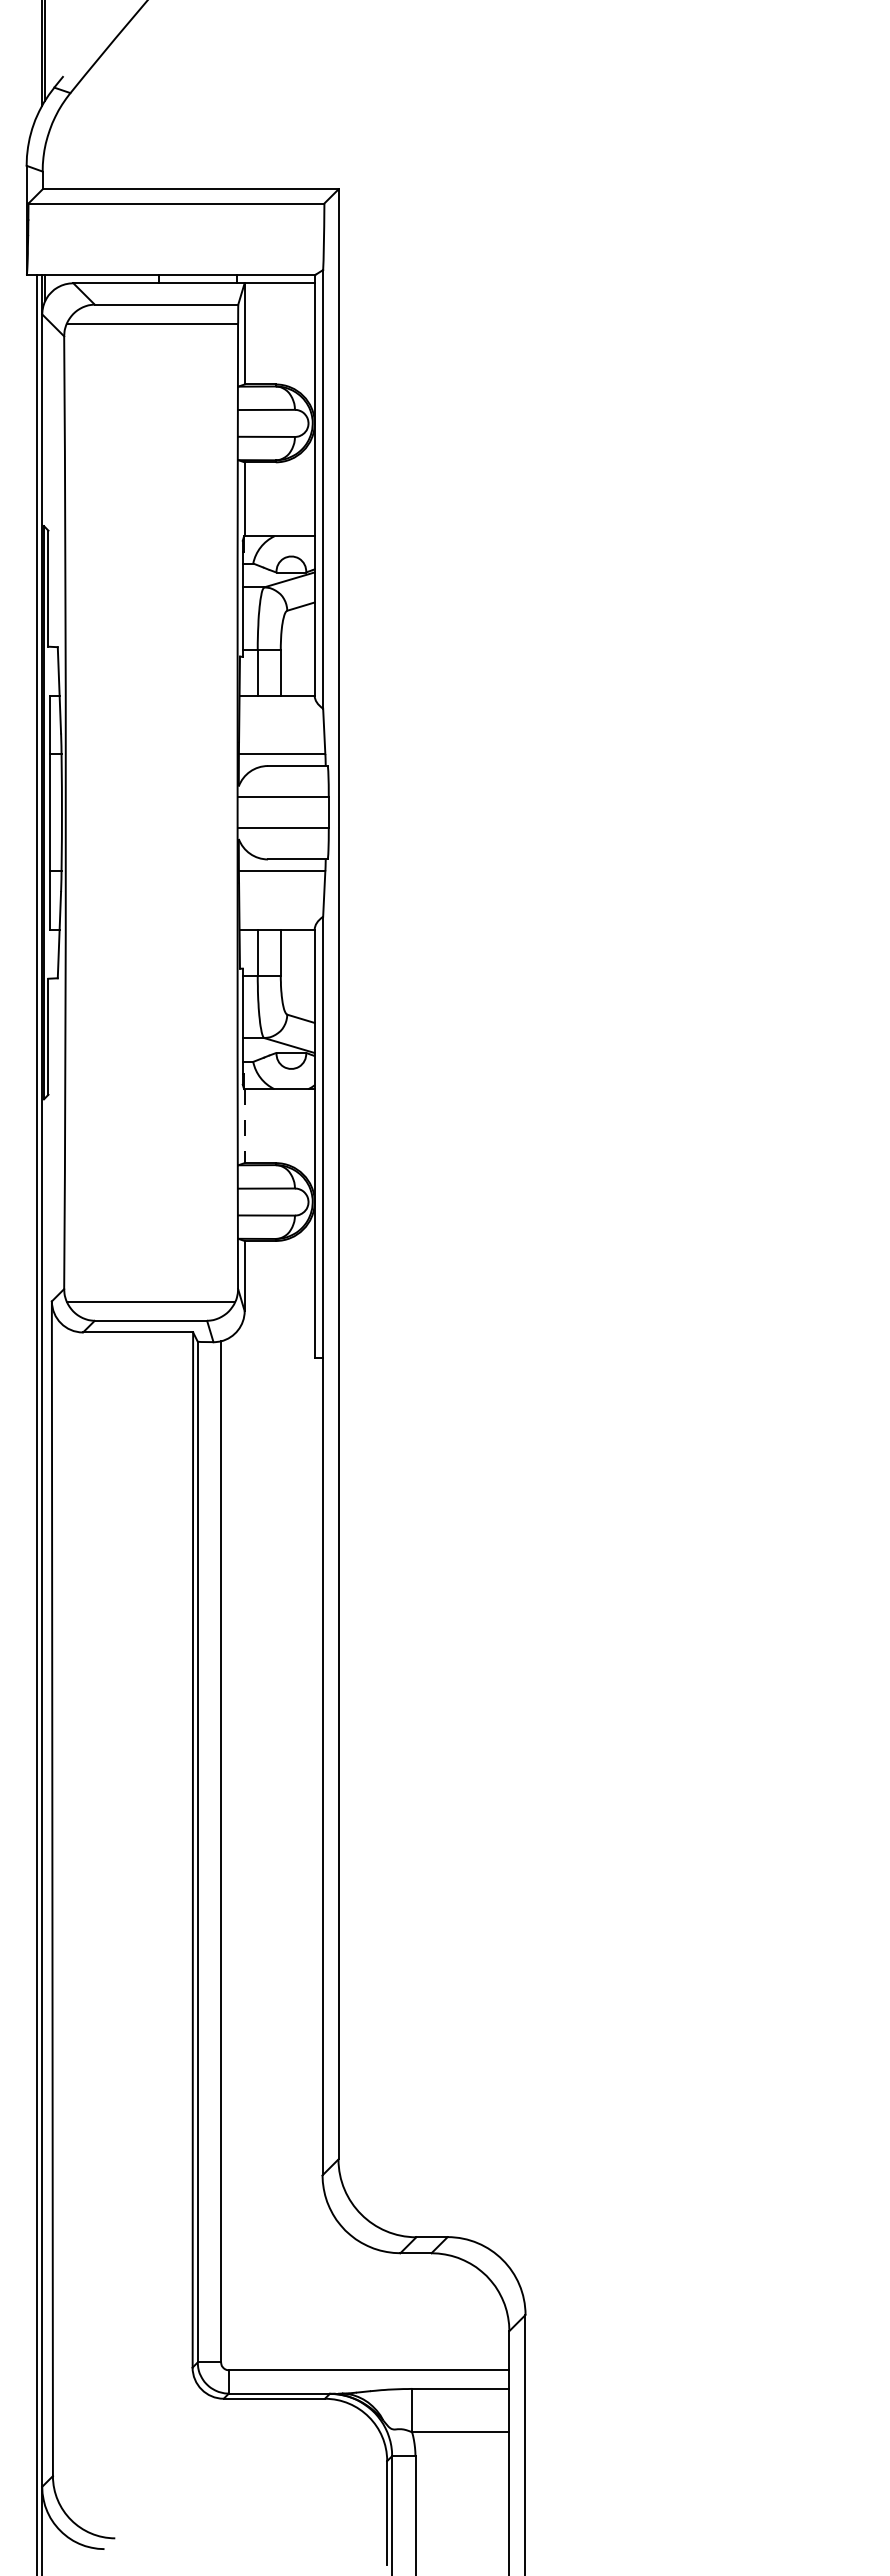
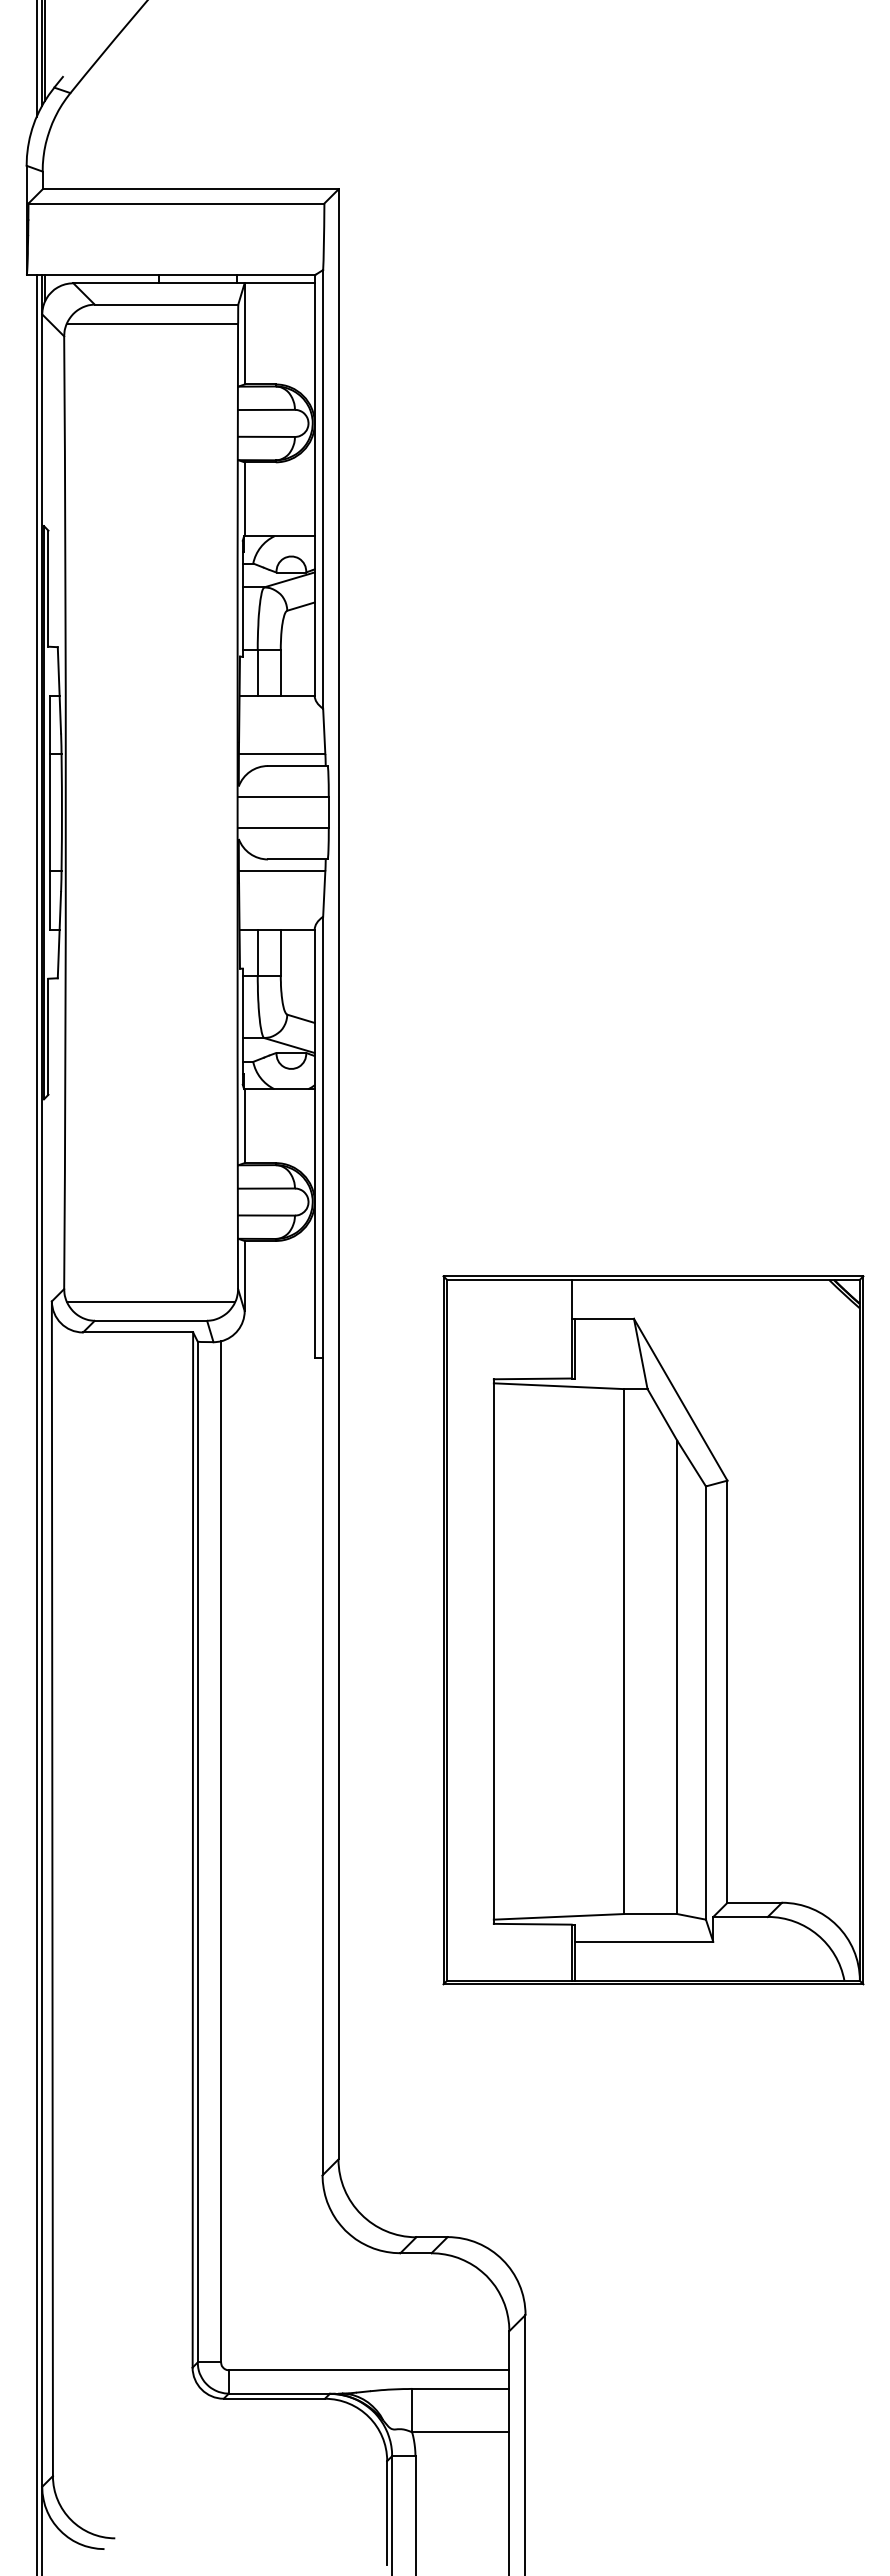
line at (36, 59): none -> present
line at (244, 1126): dashed -> solid
part at (653, 1630): none -> present
